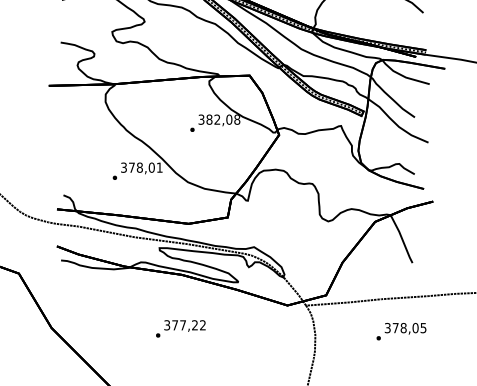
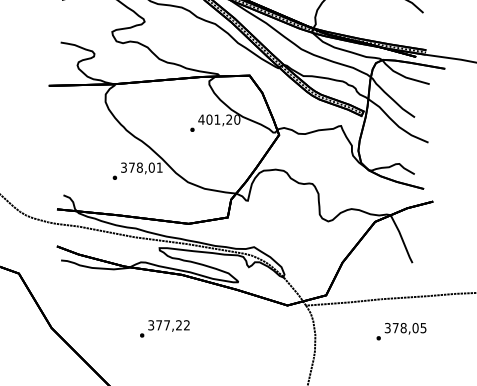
text at (219, 119): 382,08 -> 401,20
text at (180, 328) position: (180, 328) -> (164, 328)
